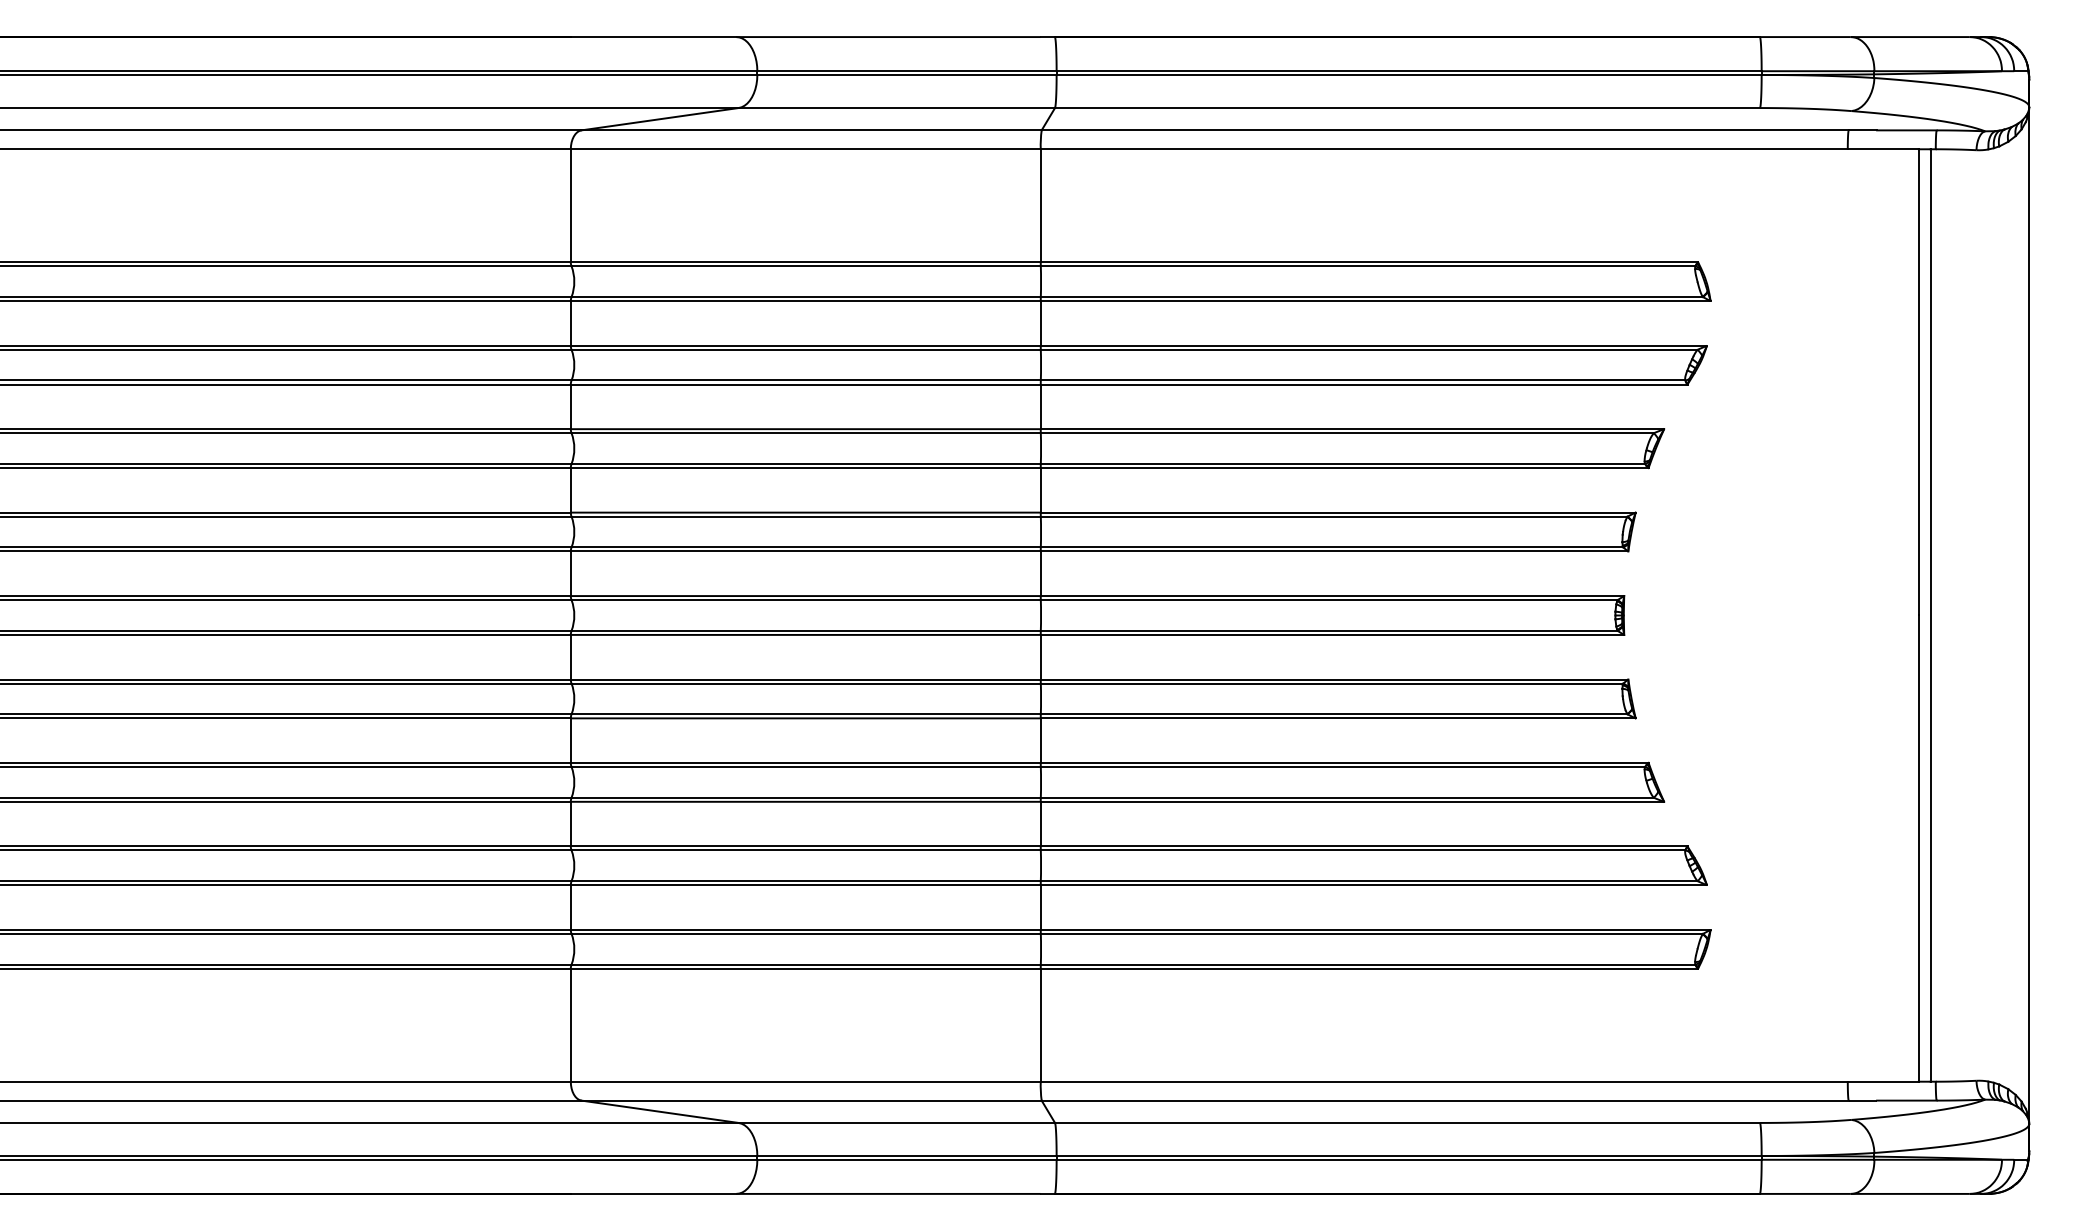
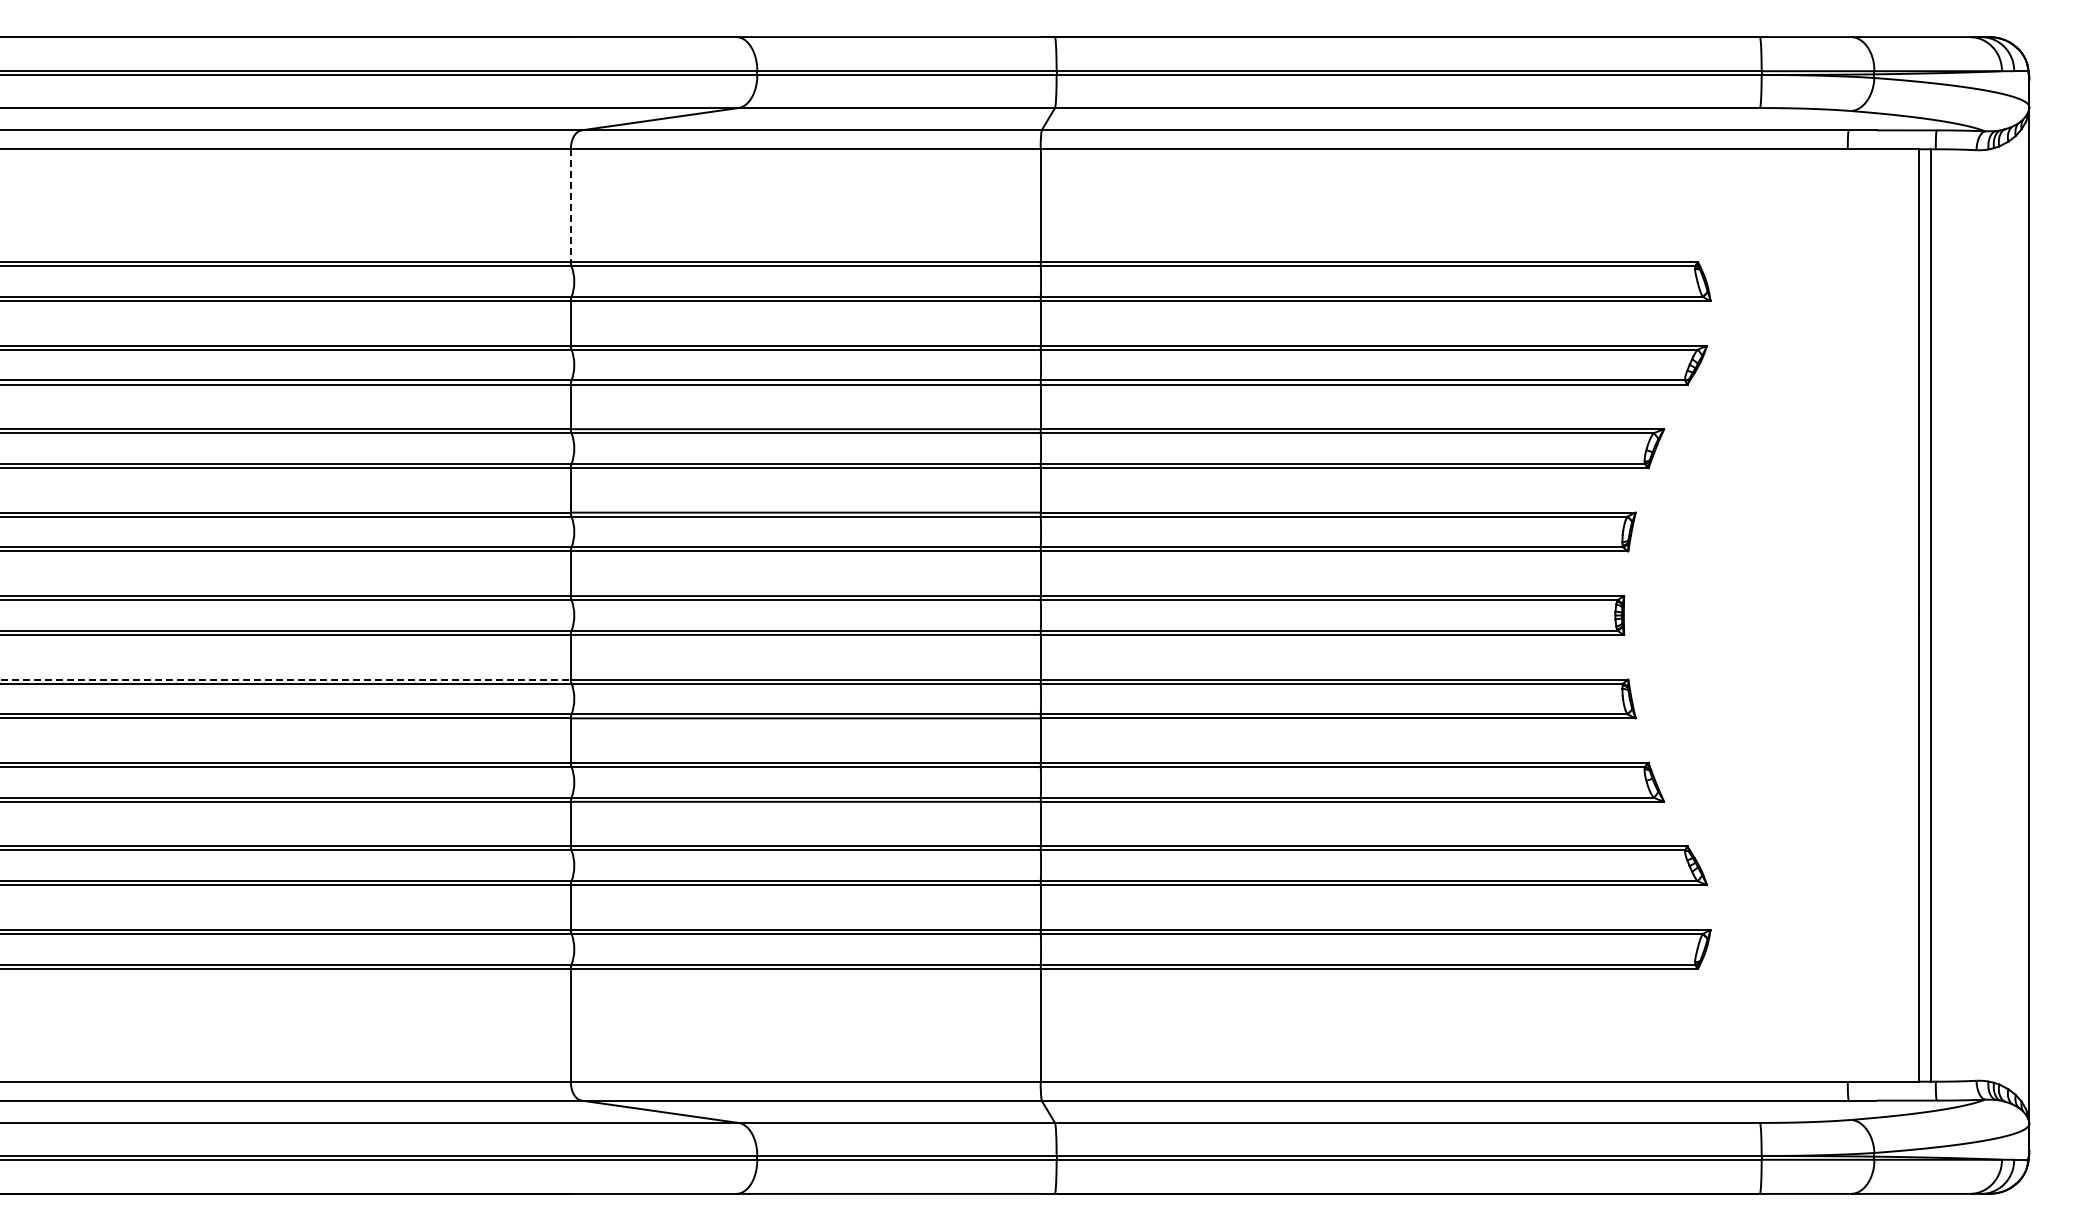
line at (570, 205): solid -> dashed
line at (285, 679): solid -> dashed
